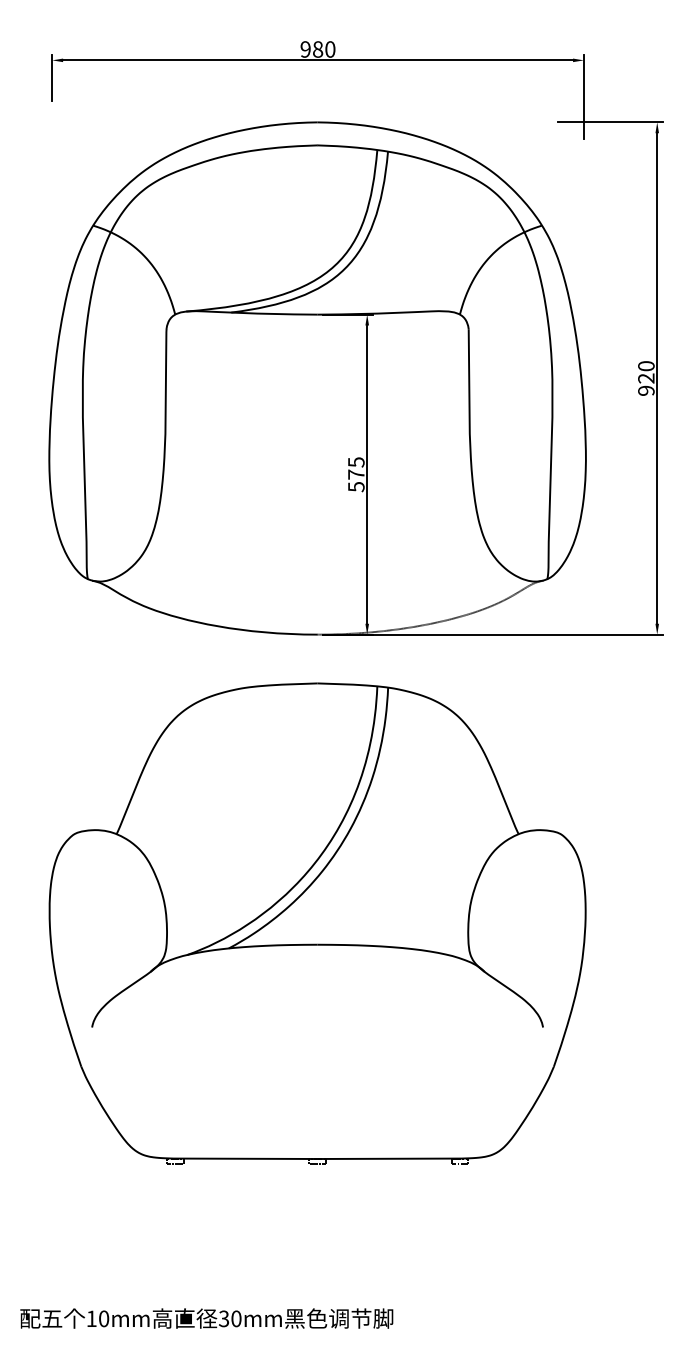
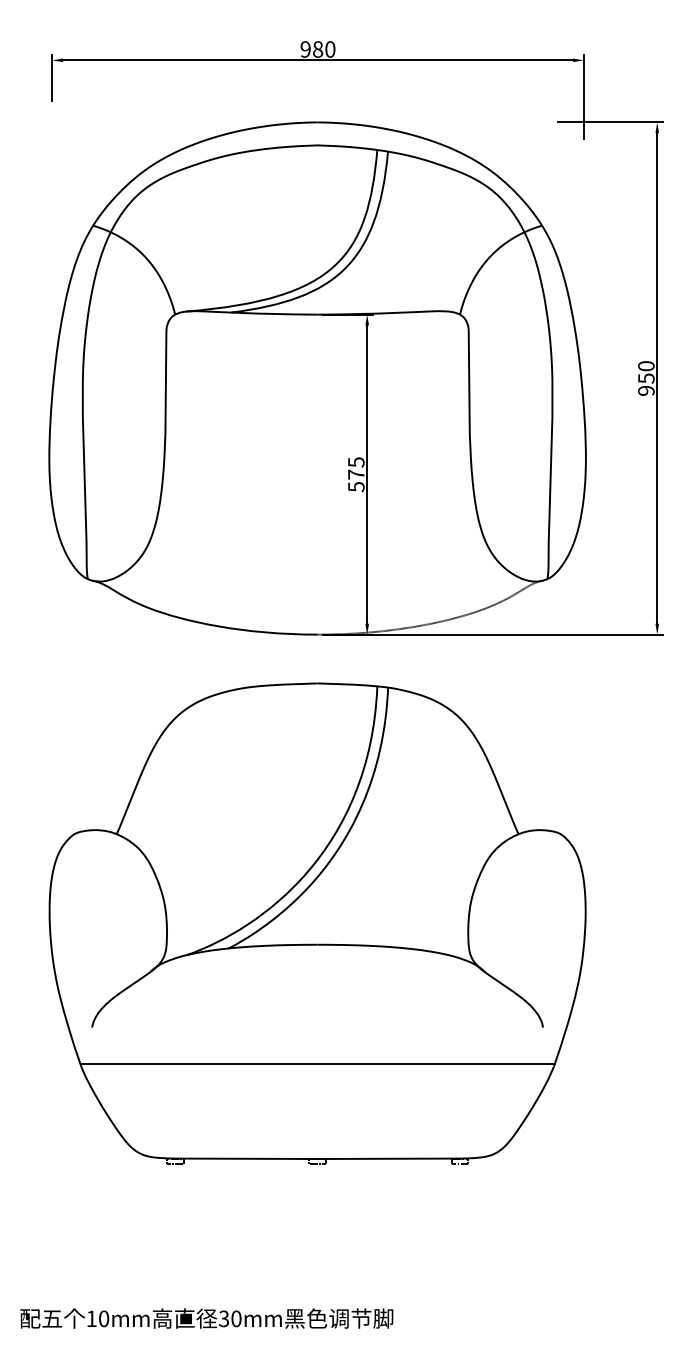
text at (646, 378): 920 -> 950
line at (317, 1064): none -> present
